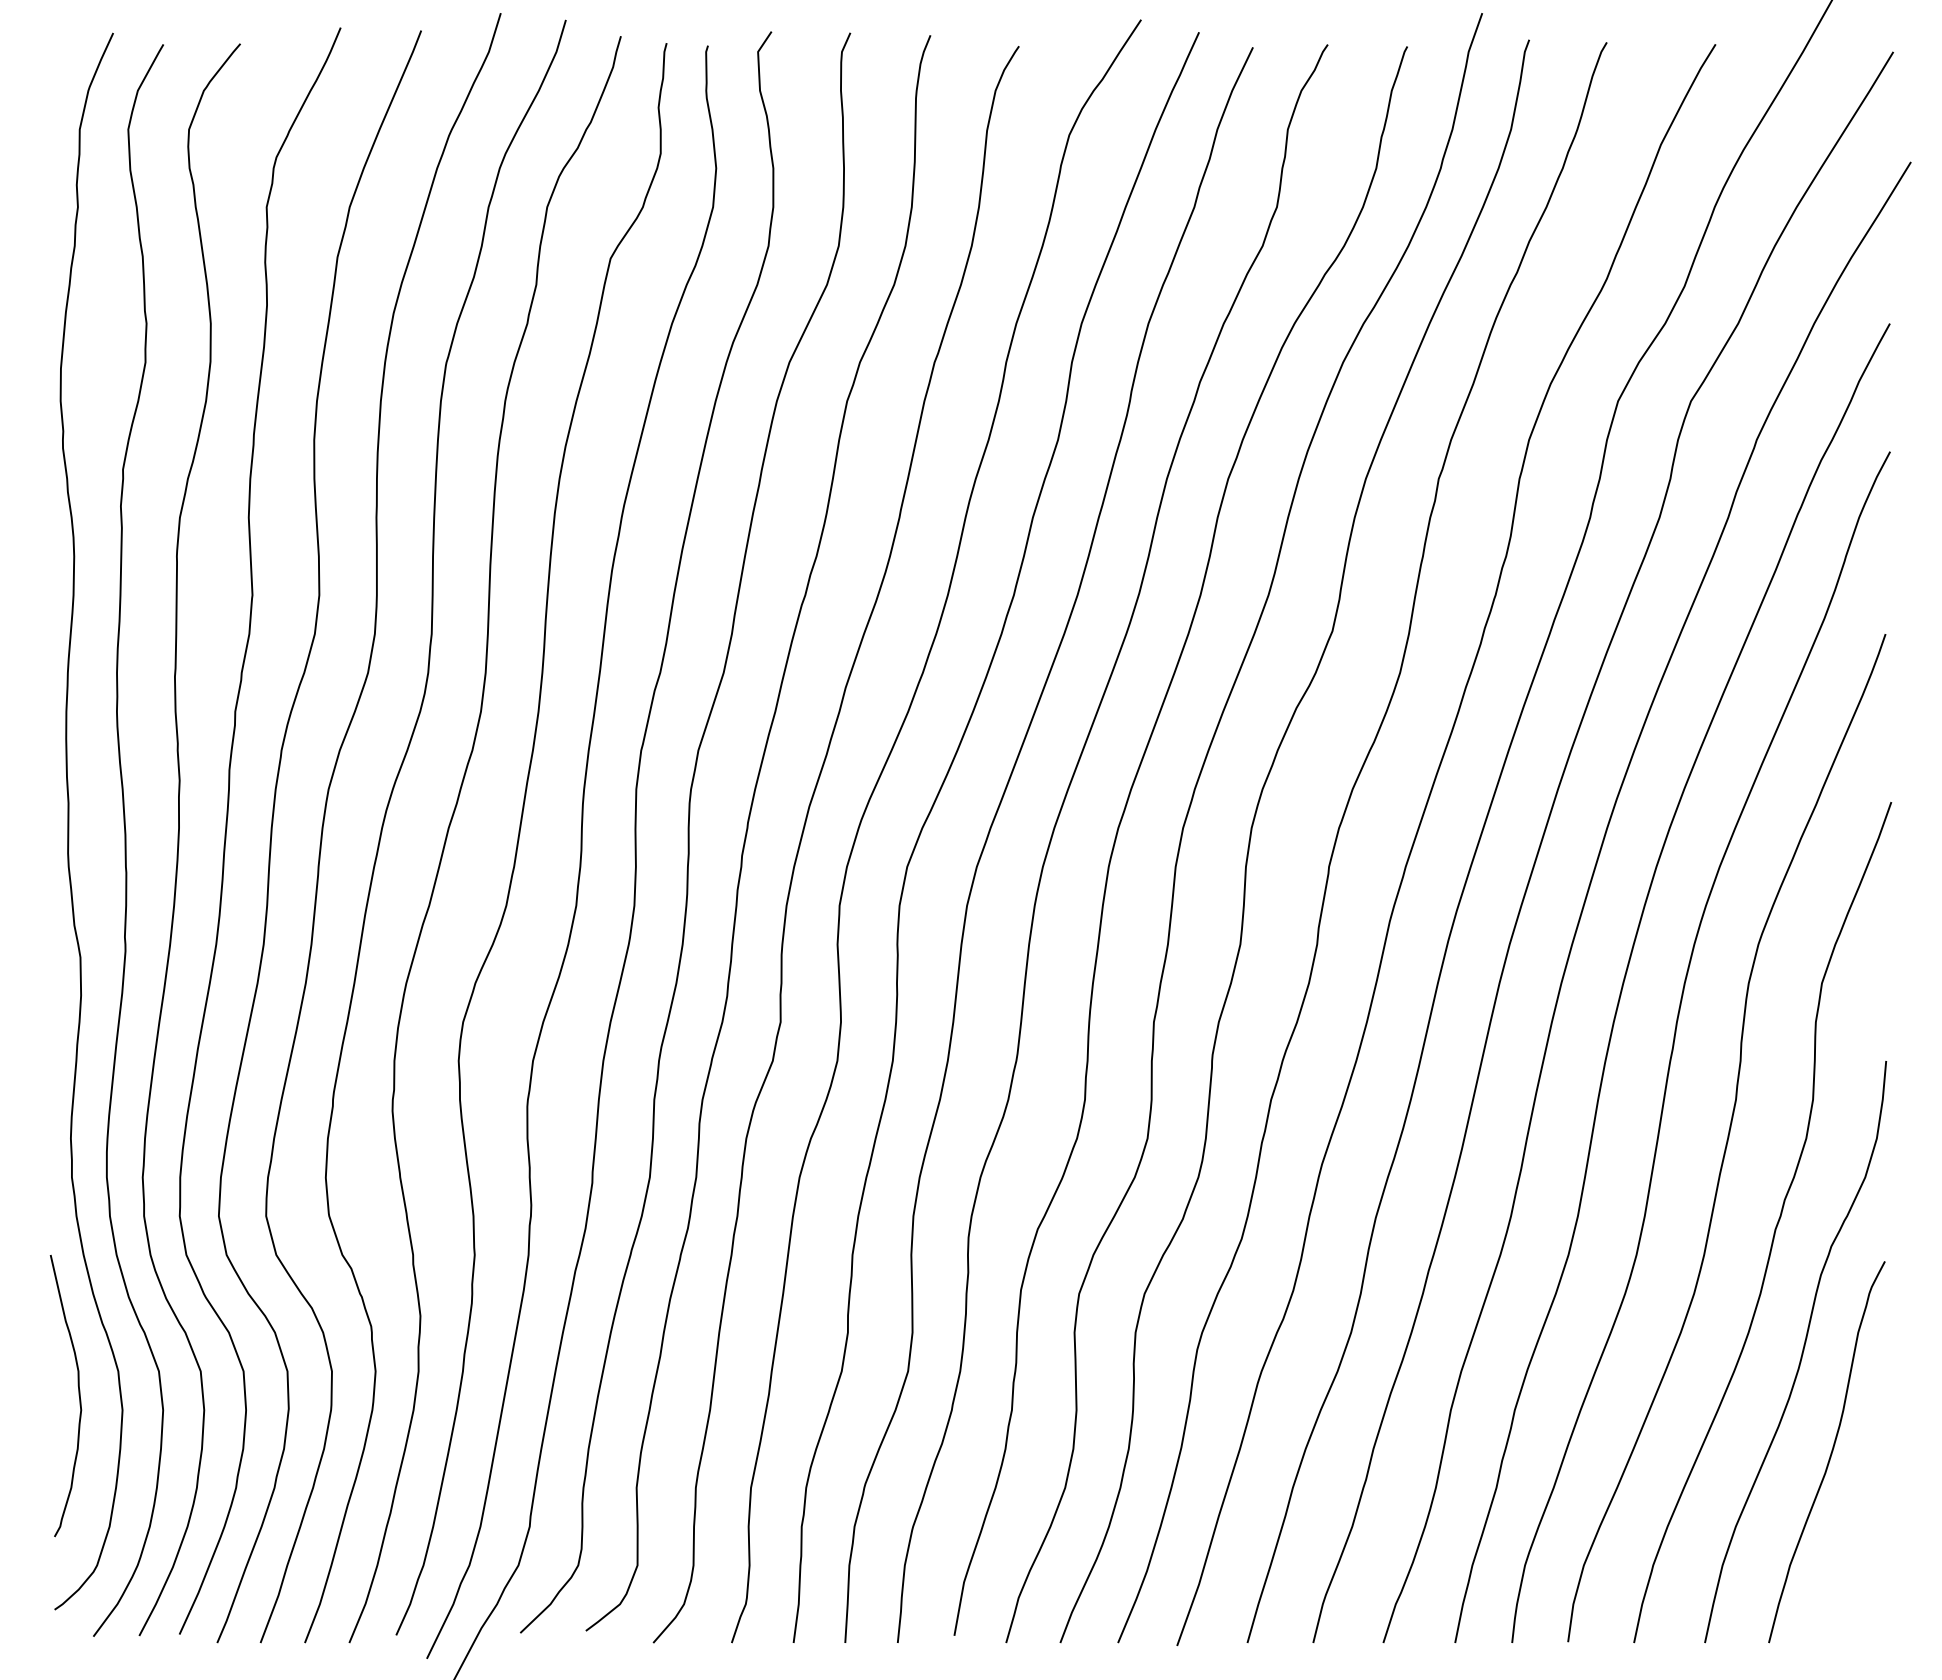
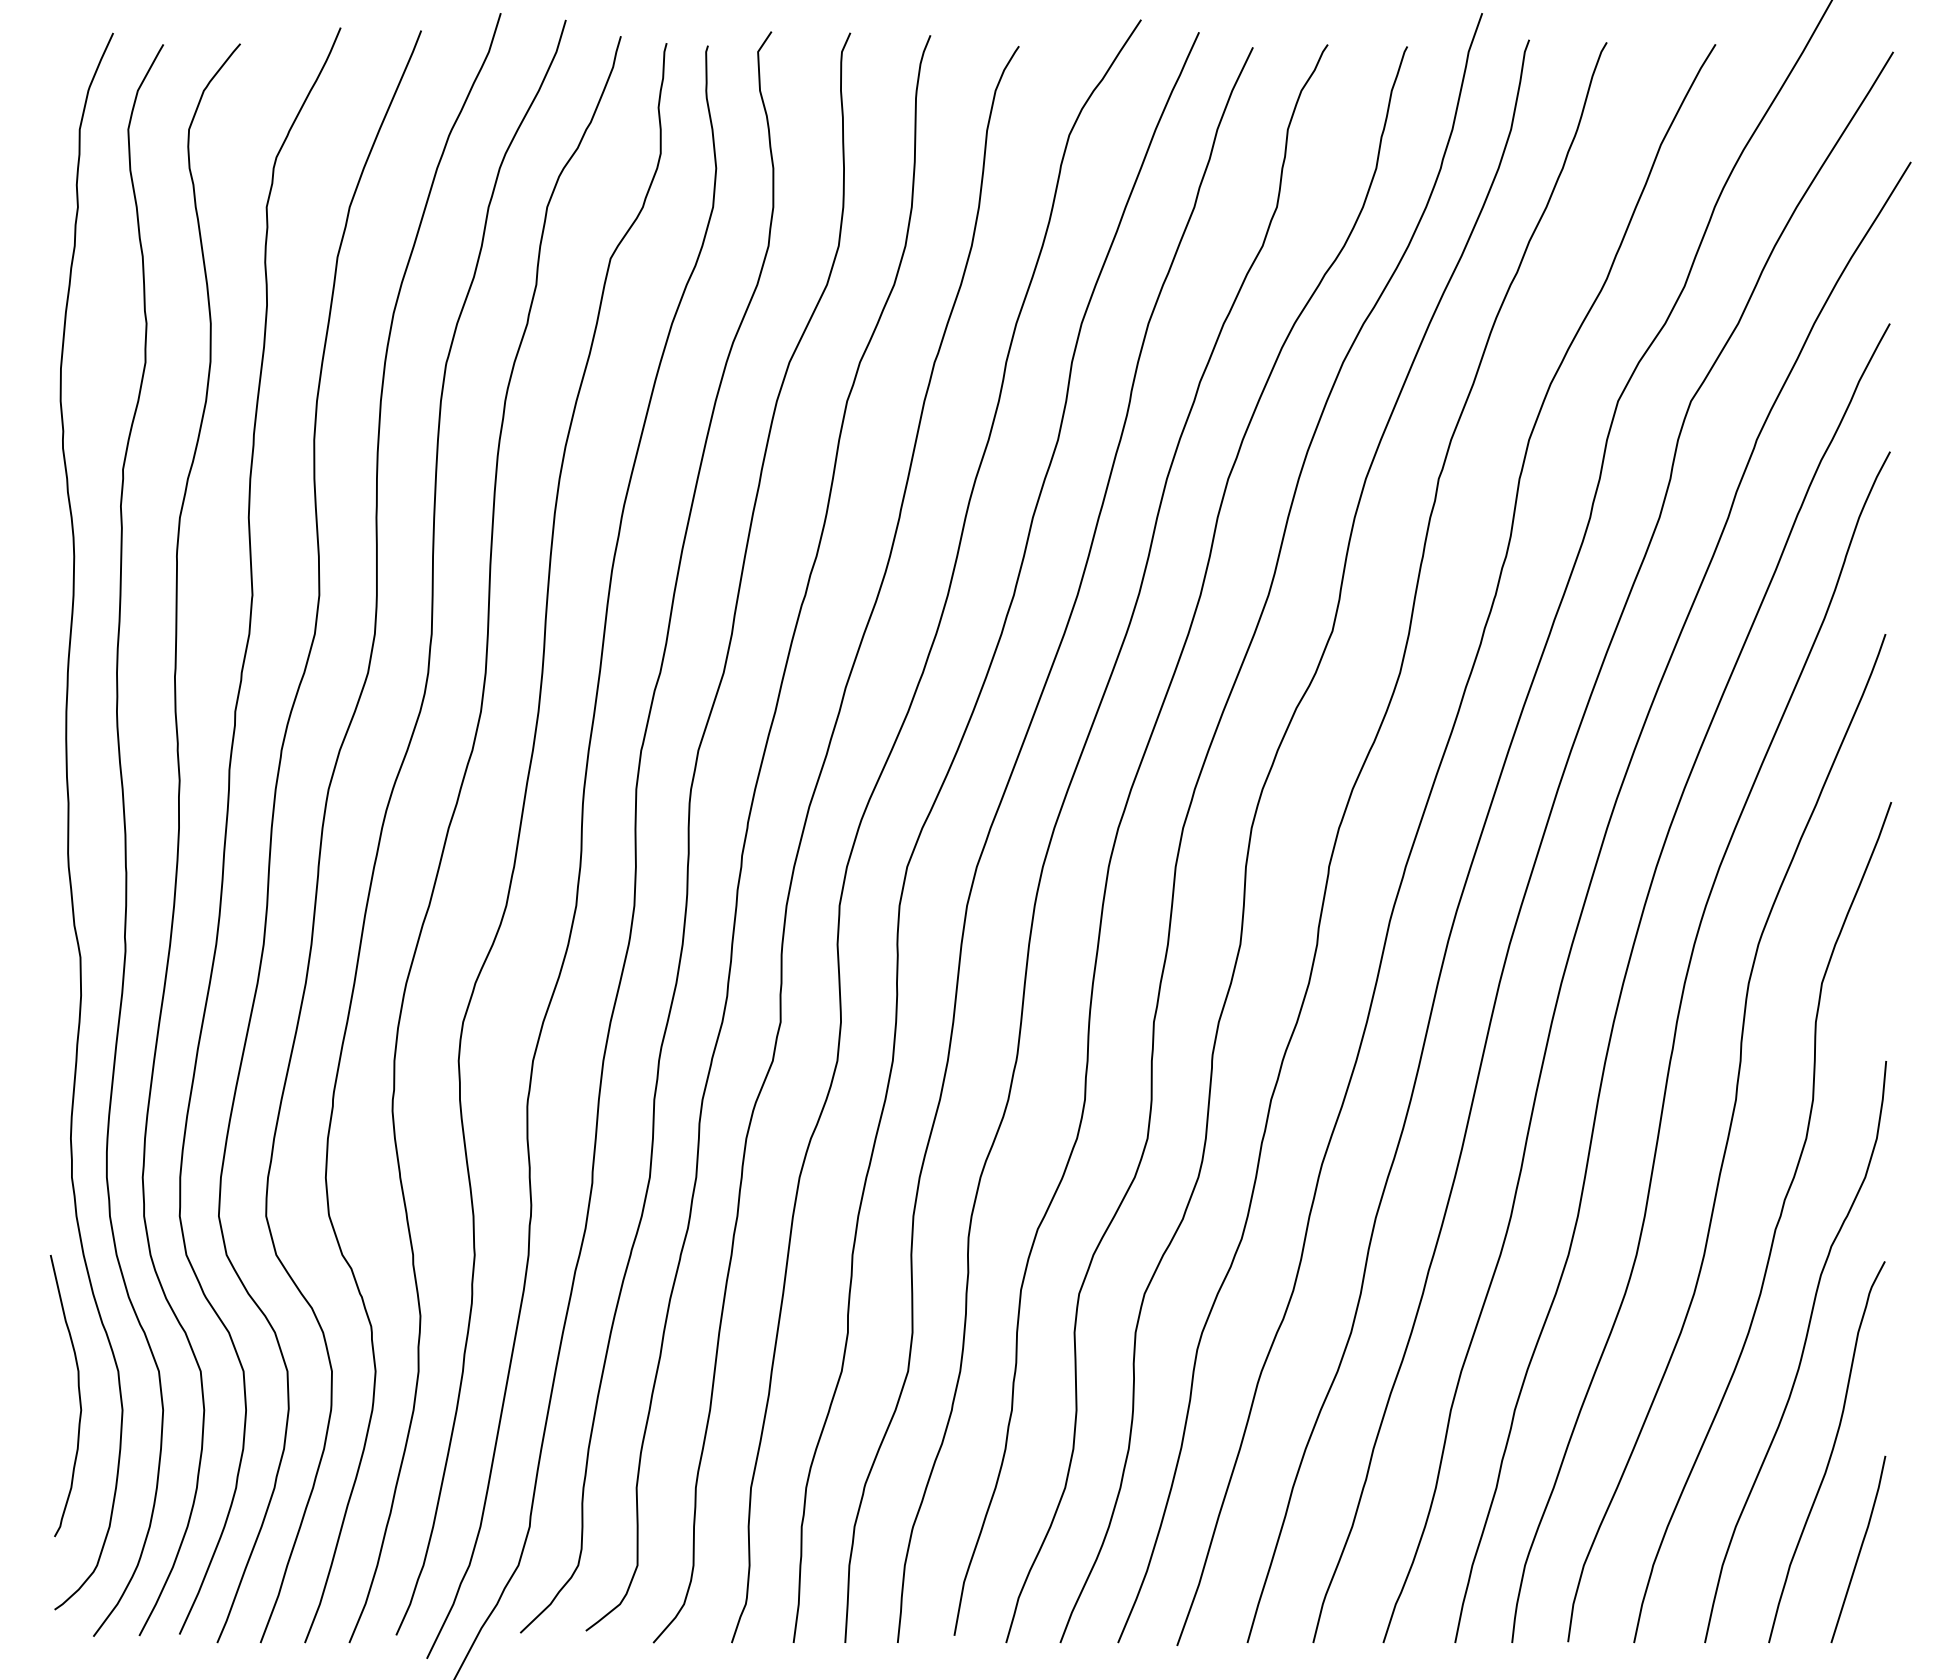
line at (1859, 1549): none -> present
